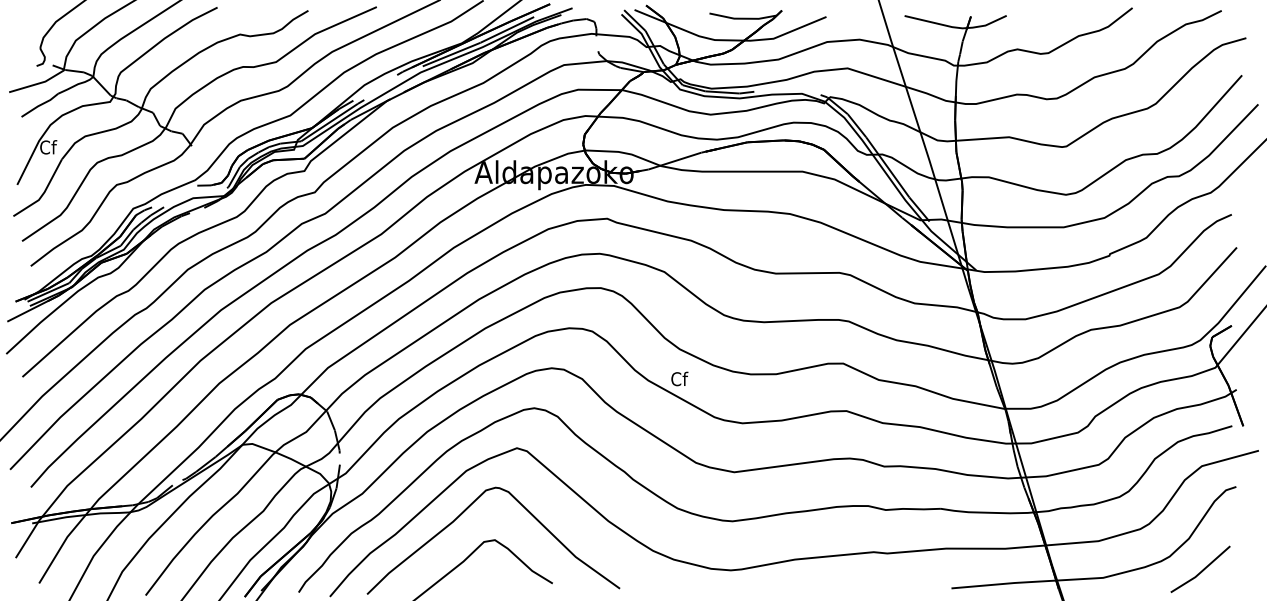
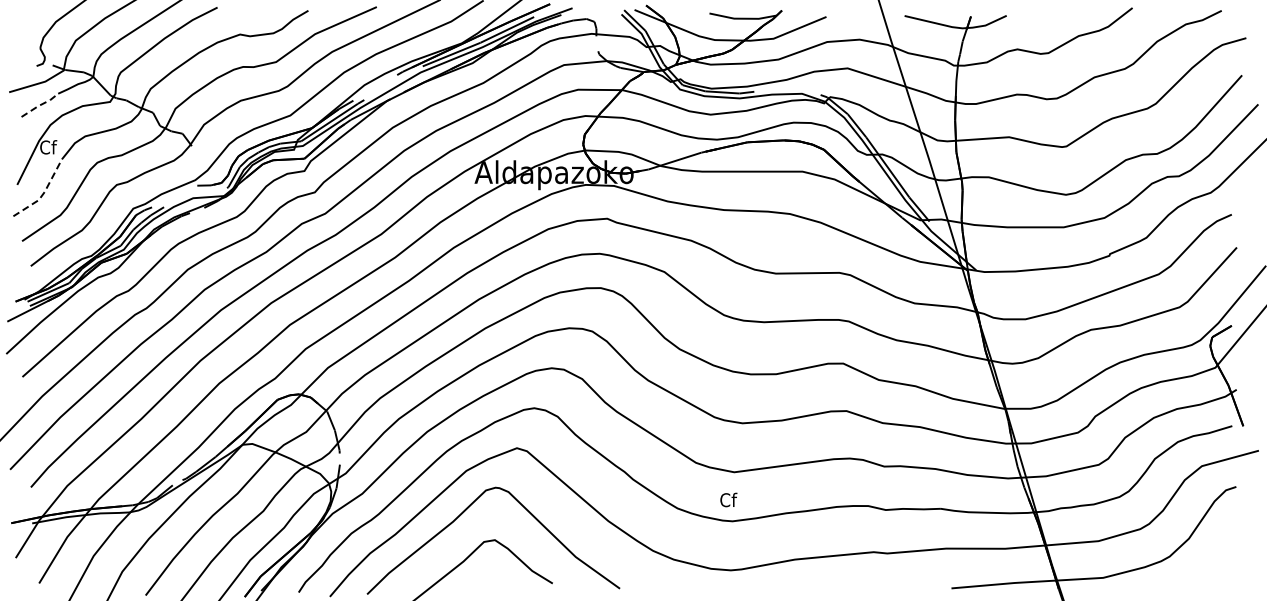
line at (40, 105): solid -> dashed
line at (44, 192): solid -> dashed
text at (679, 378) position: (679, 378) -> (728, 499)
line at (1202, 569): present -> none
